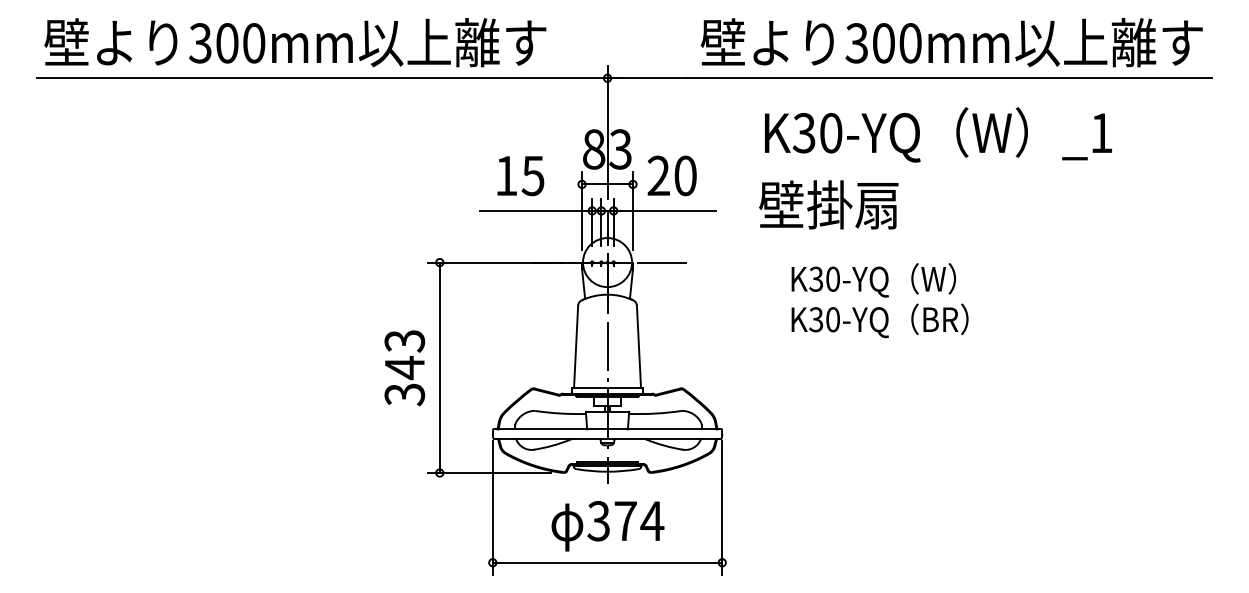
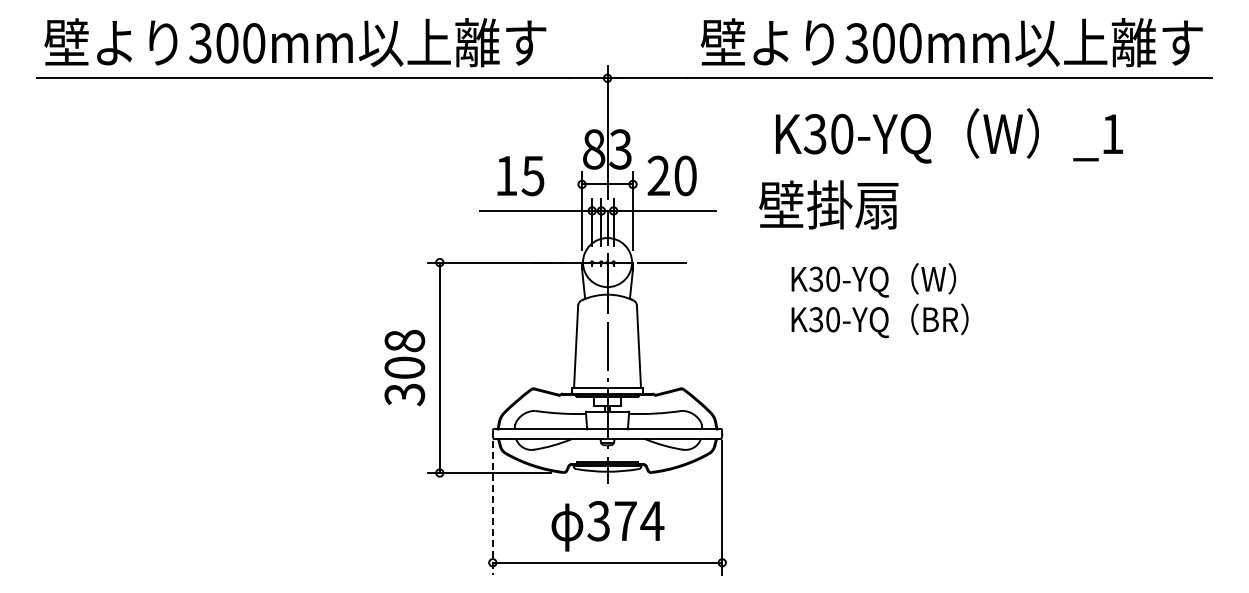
text at (938, 134) position: (938, 134) -> (949, 135)
text at (404, 355): 343 -> 308
line at (492, 508): solid -> dashed
